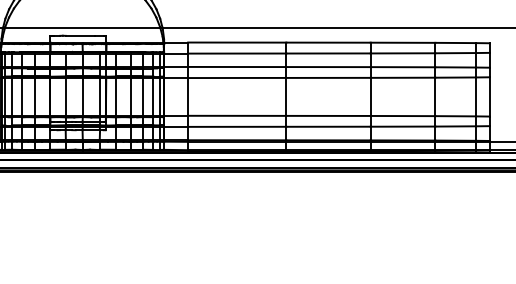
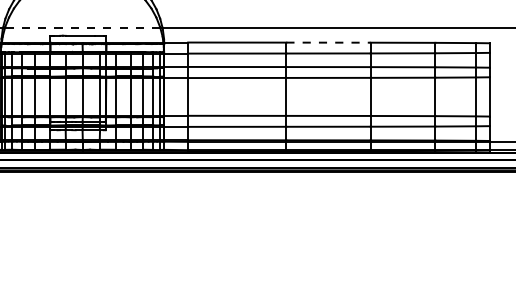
line at (82, 27): solid -> dashed
line at (329, 42): solid -> dashed
